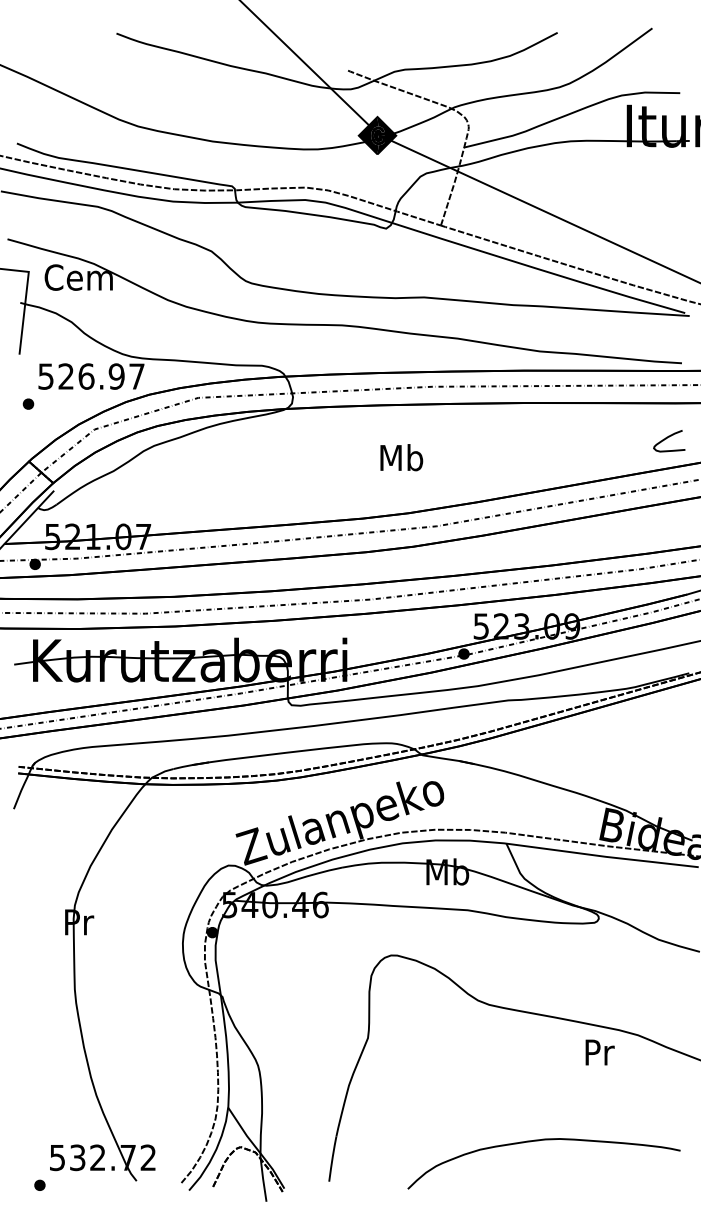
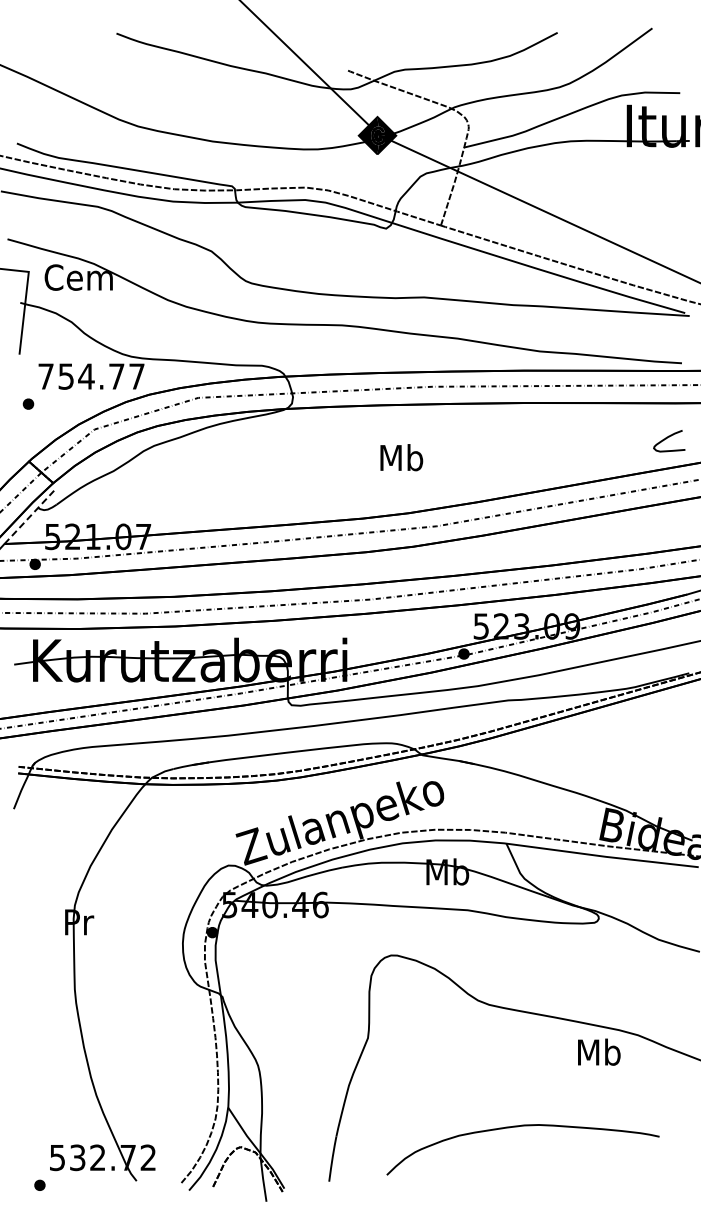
text at (81, 376): 526.97 -> 754.77
line at (29, 517): solid -> dashed
text at (599, 1051): Pr -> Mb
curve at (539, 1141) position: (539, 1141) -> (518, 1127)
